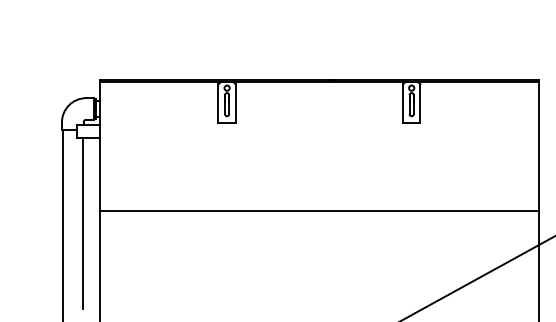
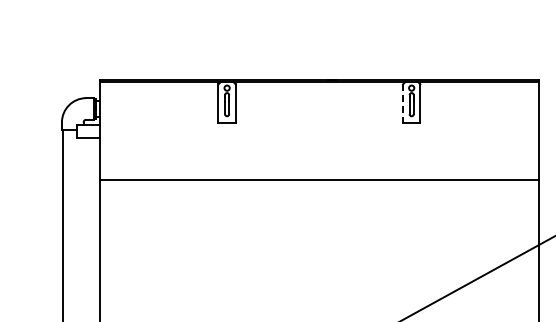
line at (403, 104): solid -> dashed
line at (318, 211) position: (318, 211) -> (318, 180)
line at (82, 223): present -> none
